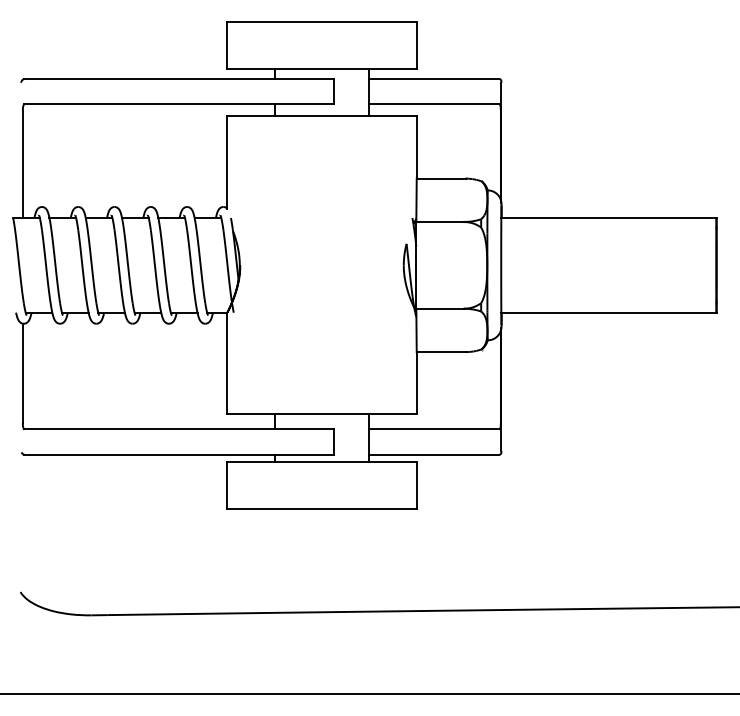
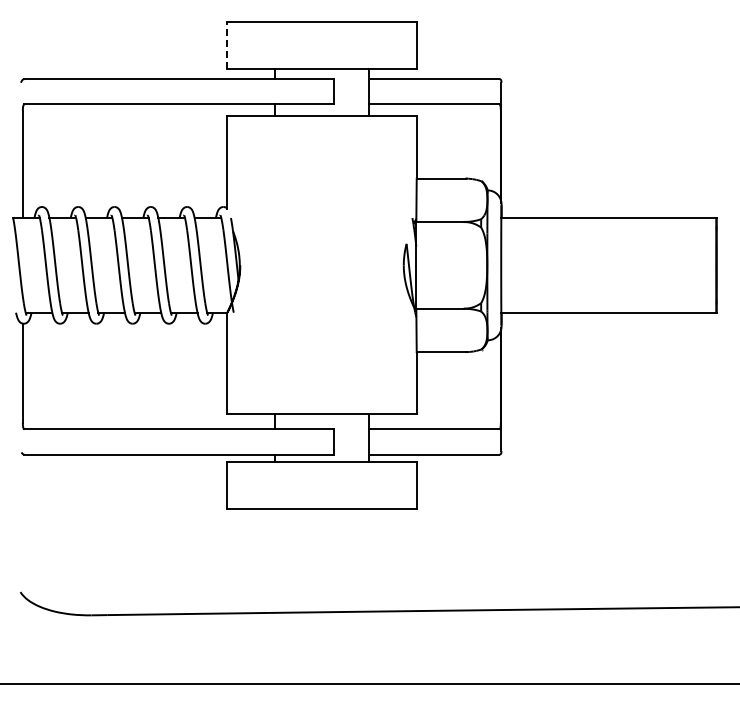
line at (227, 45): solid -> dashed
line at (369, 694) position: (369, 694) -> (369, 684)
